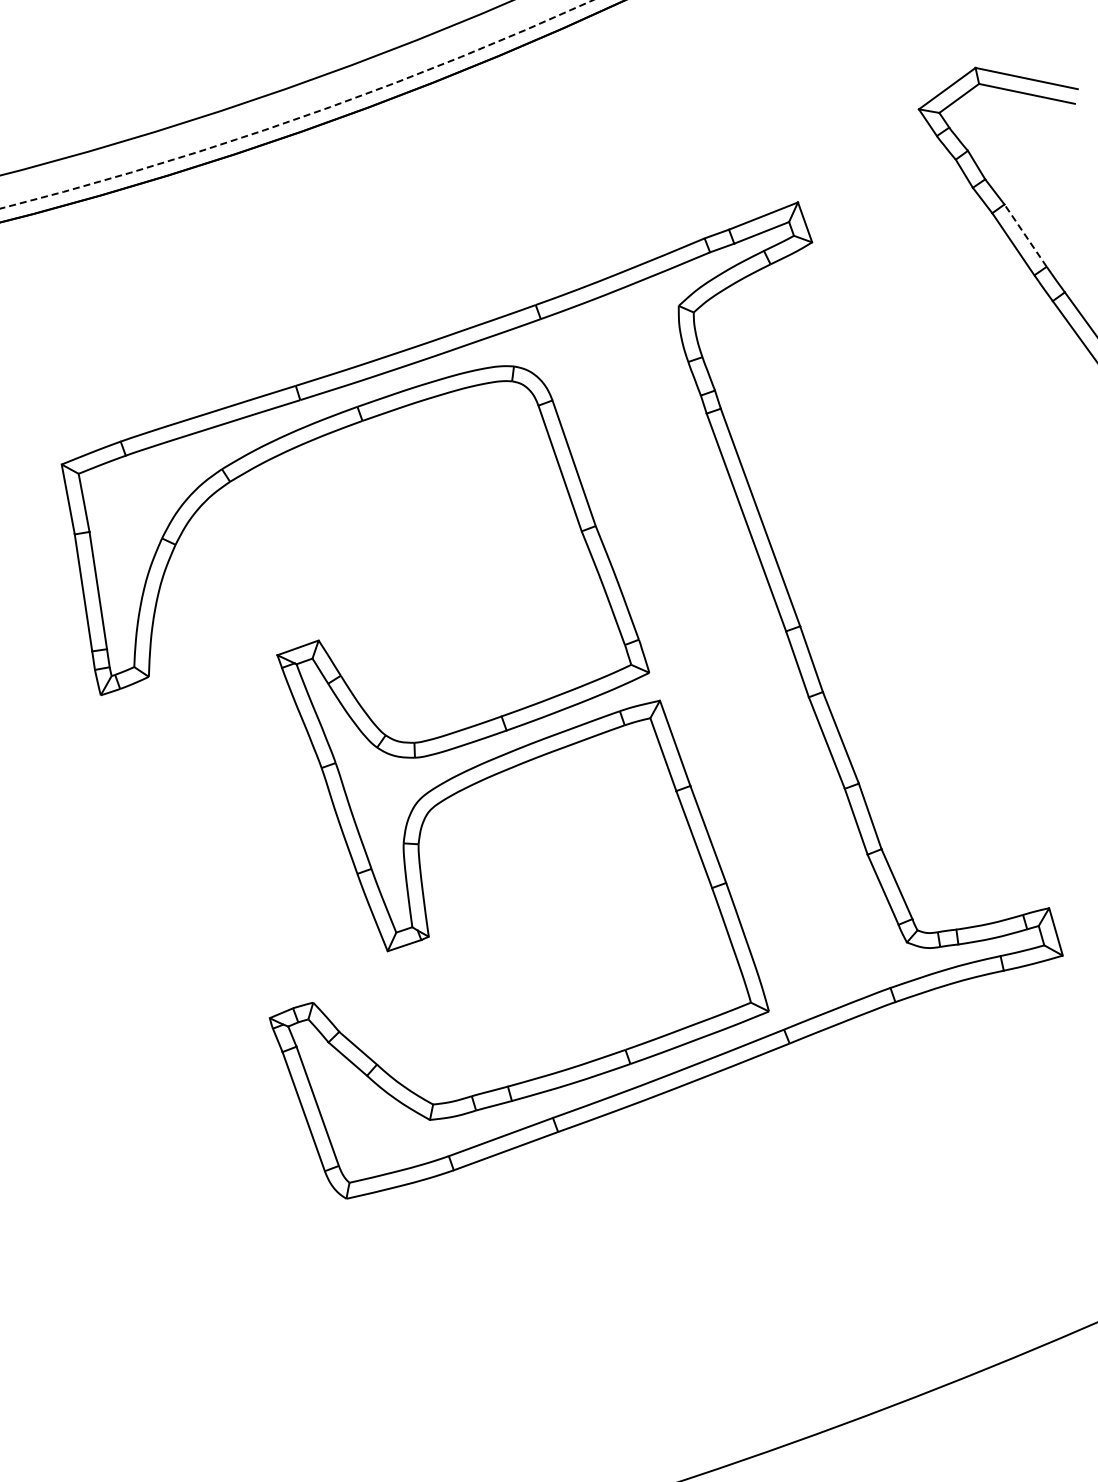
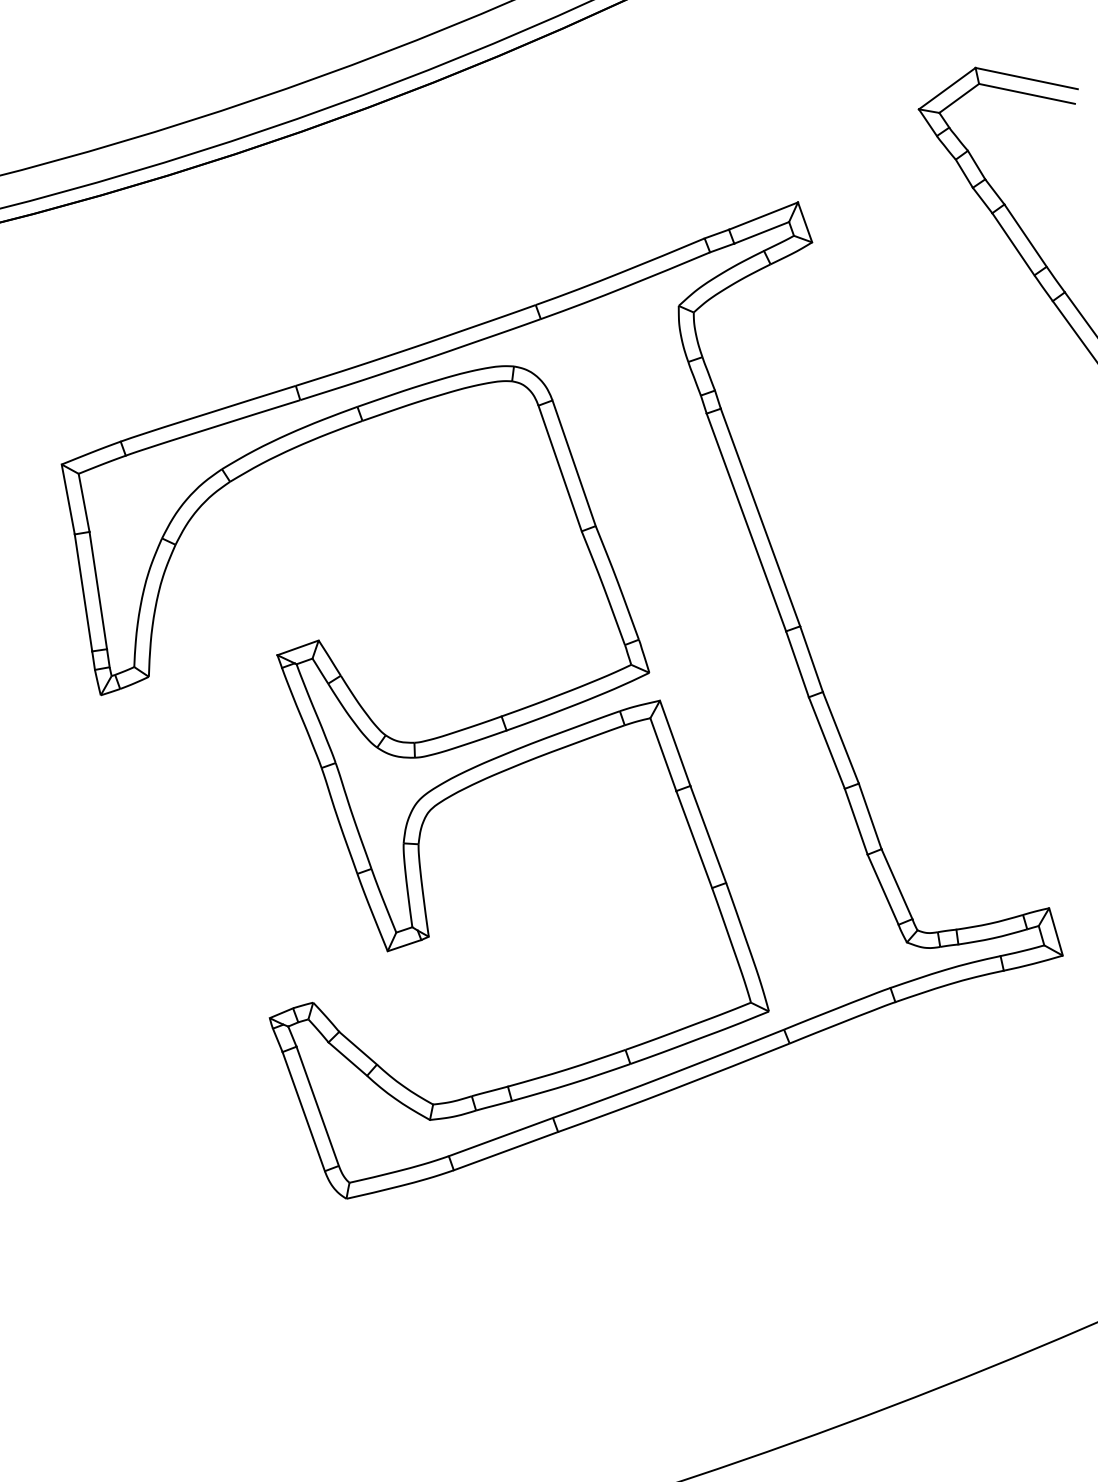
arc at (304, 116): dashed -> solid
line at (1025, 235): dashed -> solid
